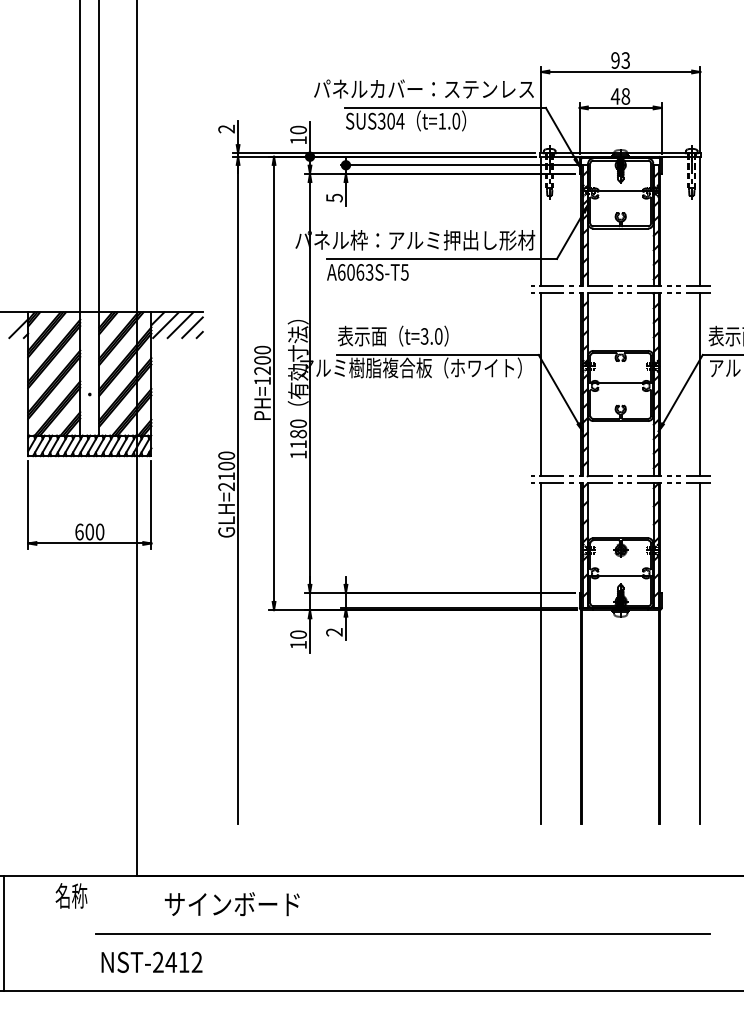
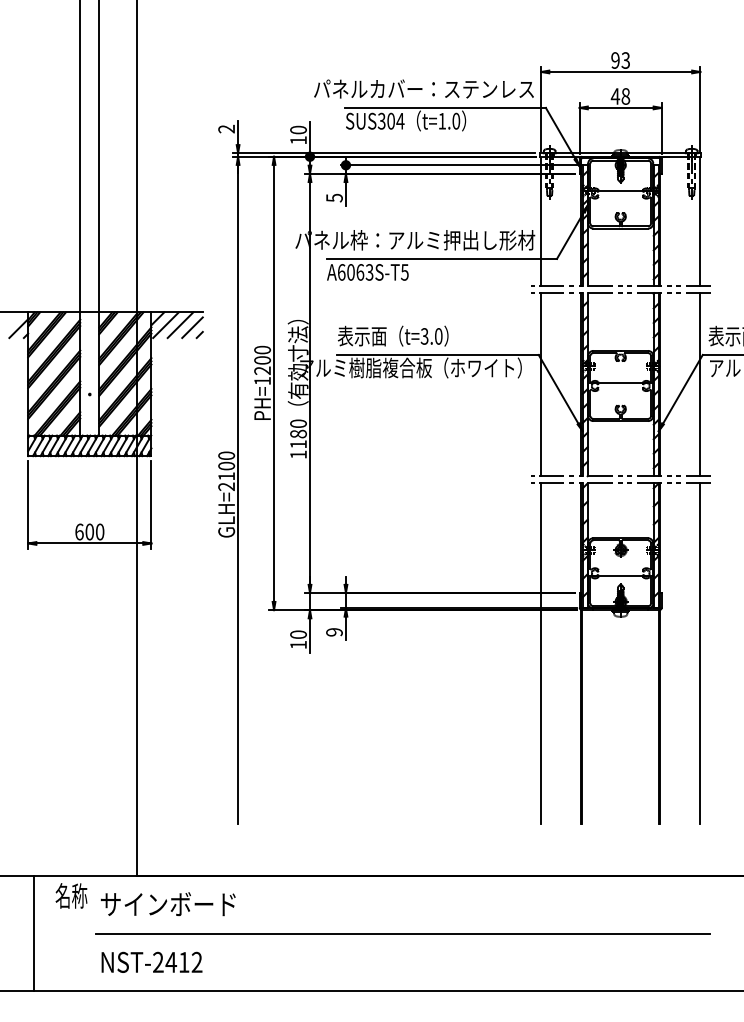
text at (334, 632): 2 -> 9
text at (231, 904) position: (231, 904) -> (167, 904)
line at (4, 933) position: (4, 933) -> (34, 933)
